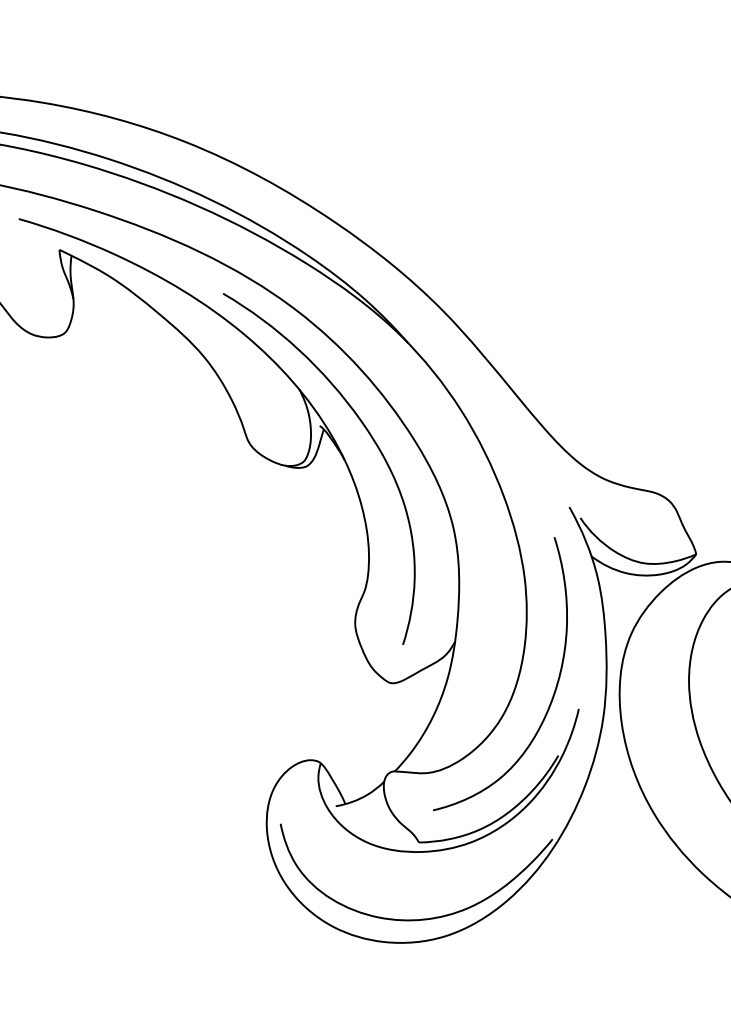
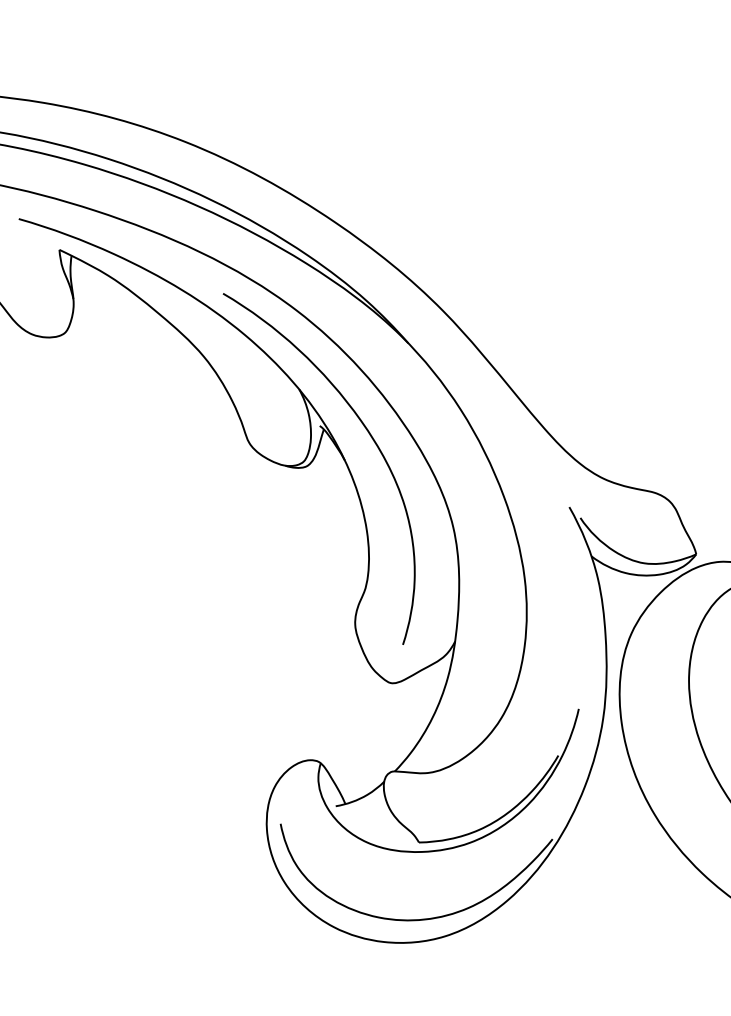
curve at (553, 692): present -> none
